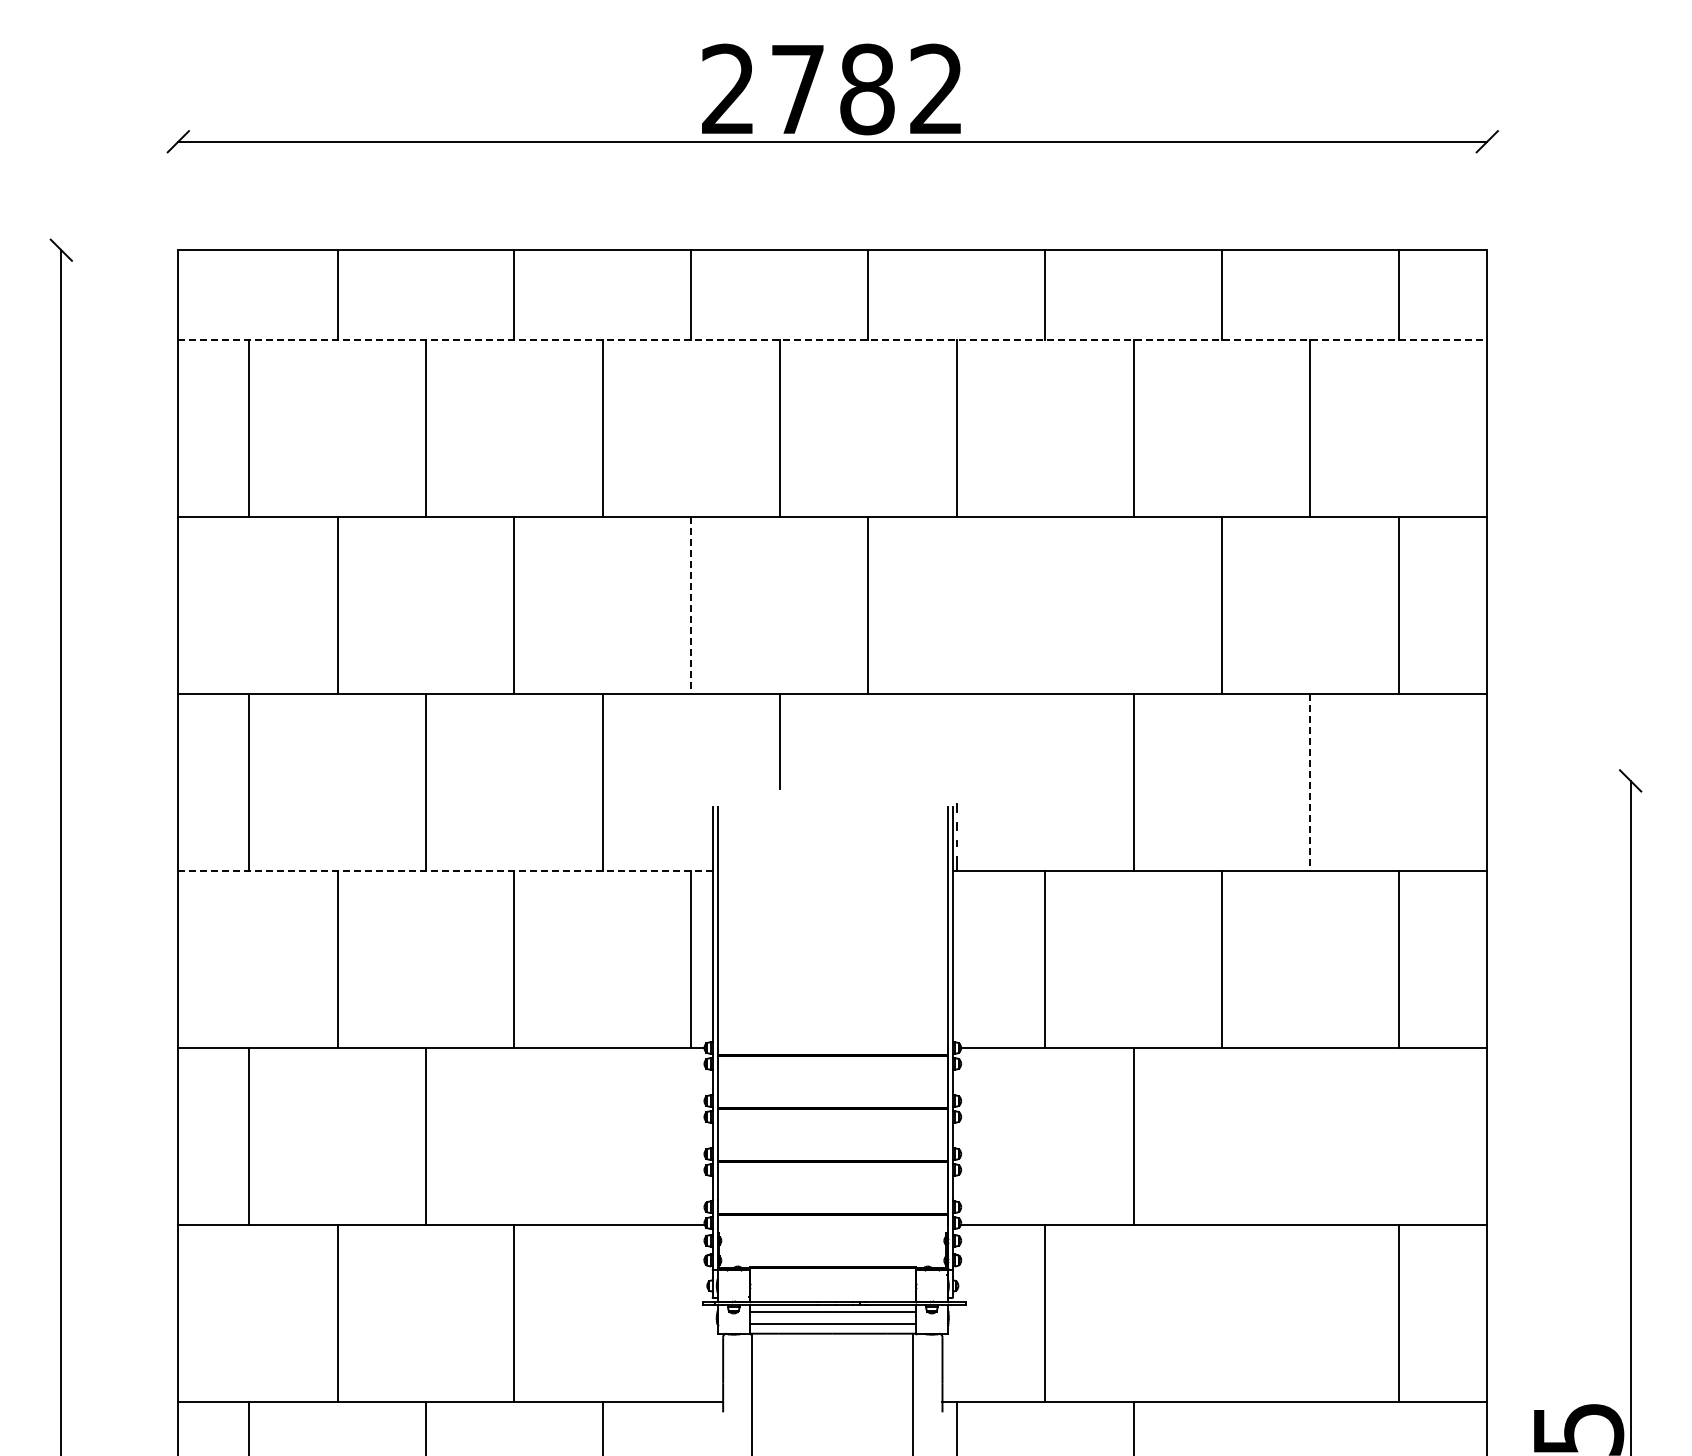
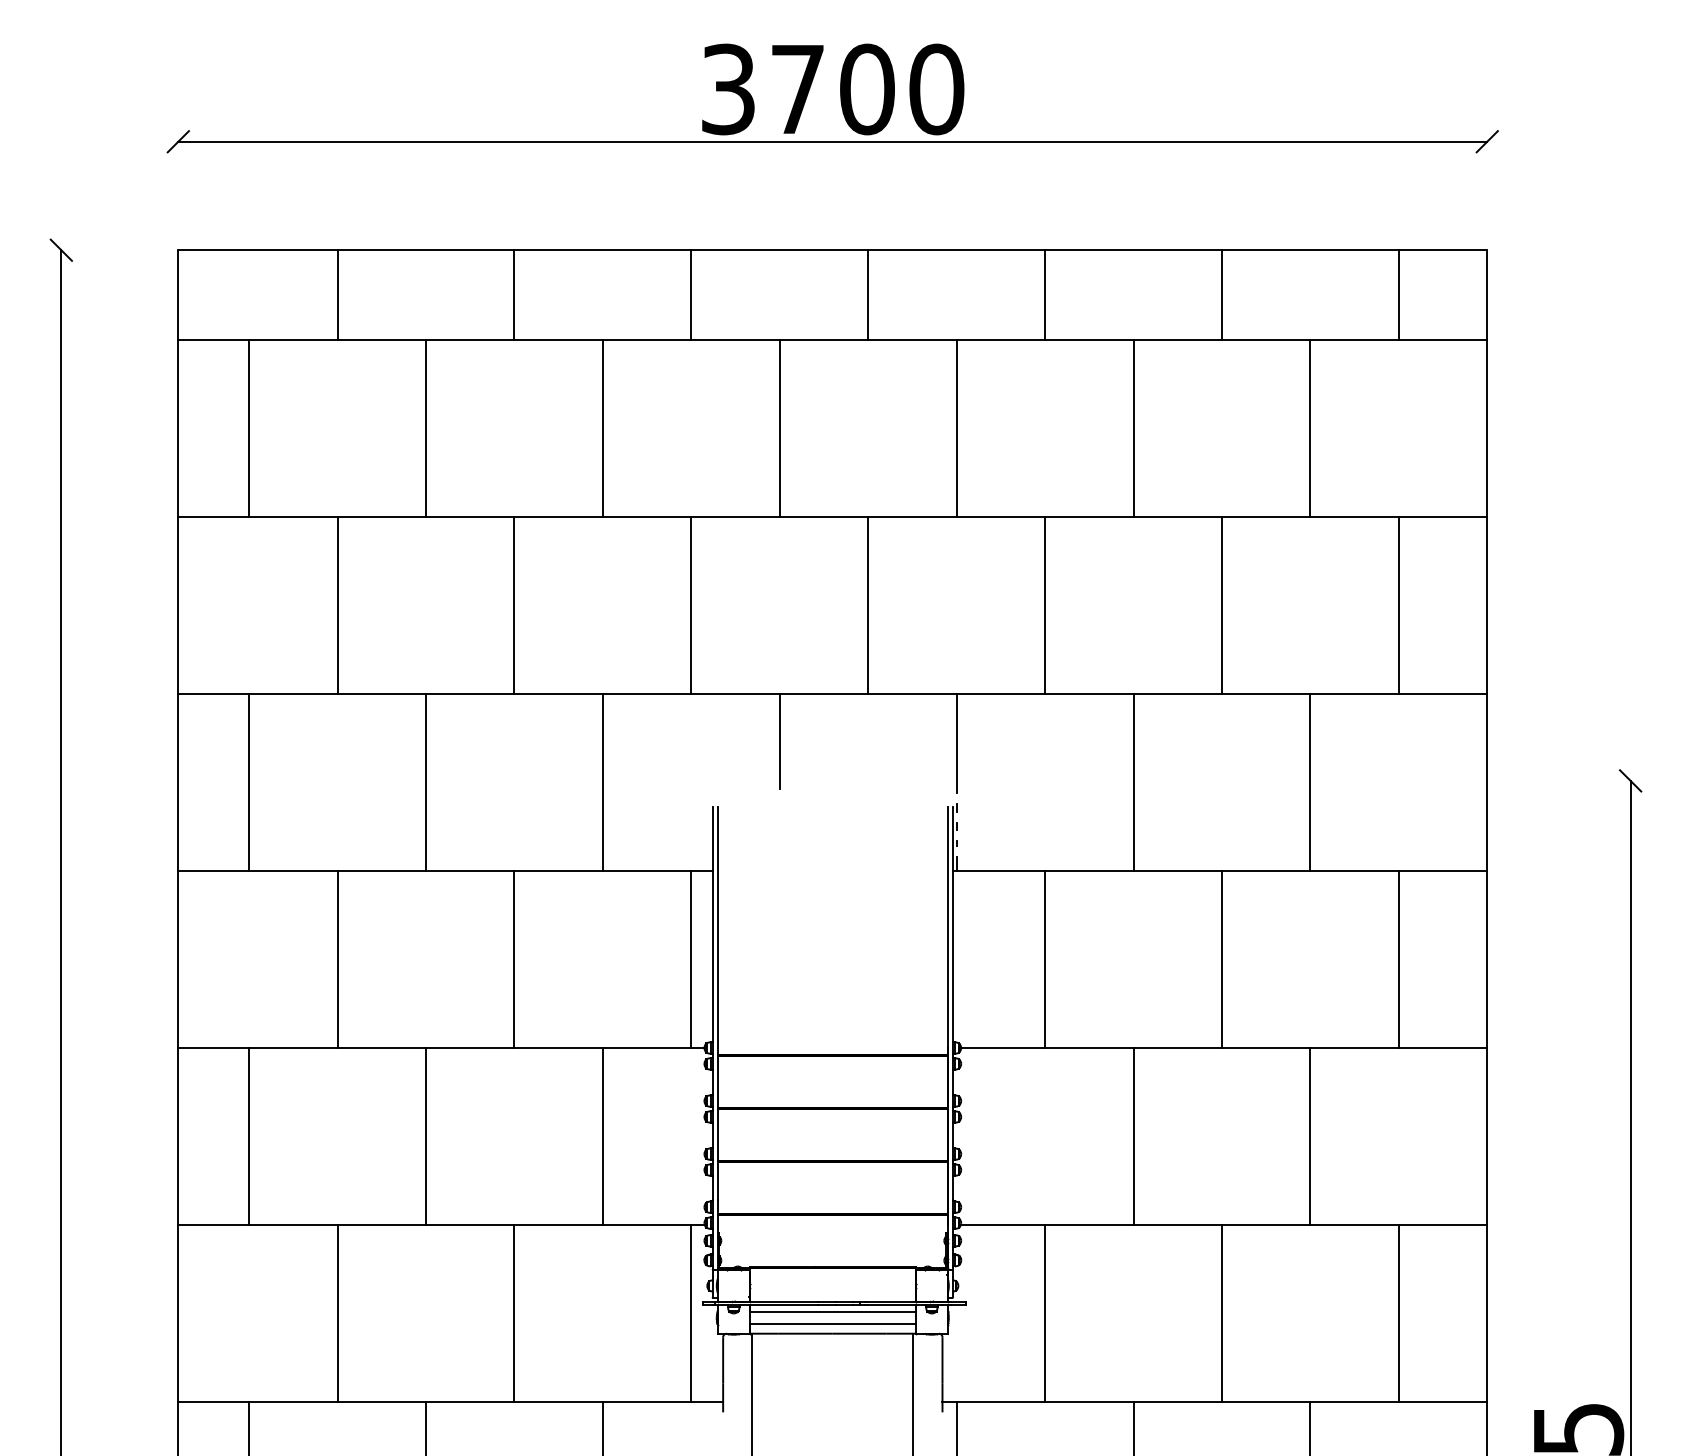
text at (833, 89): 2782 -> 3700
line at (833, 340): dashed -> solid
line at (1045, 605): none -> present
line at (691, 606): dashed -> solid
line at (956, 743): none -> present
line at (1310, 783): dashed -> solid
line at (445, 871): dashed -> solid
line at (602, 1135): none -> present
line at (1310, 1135): none -> present
line at (691, 1312): none -> present
line at (1221, 1312): none -> present
line at (1310, 1426): none -> present
